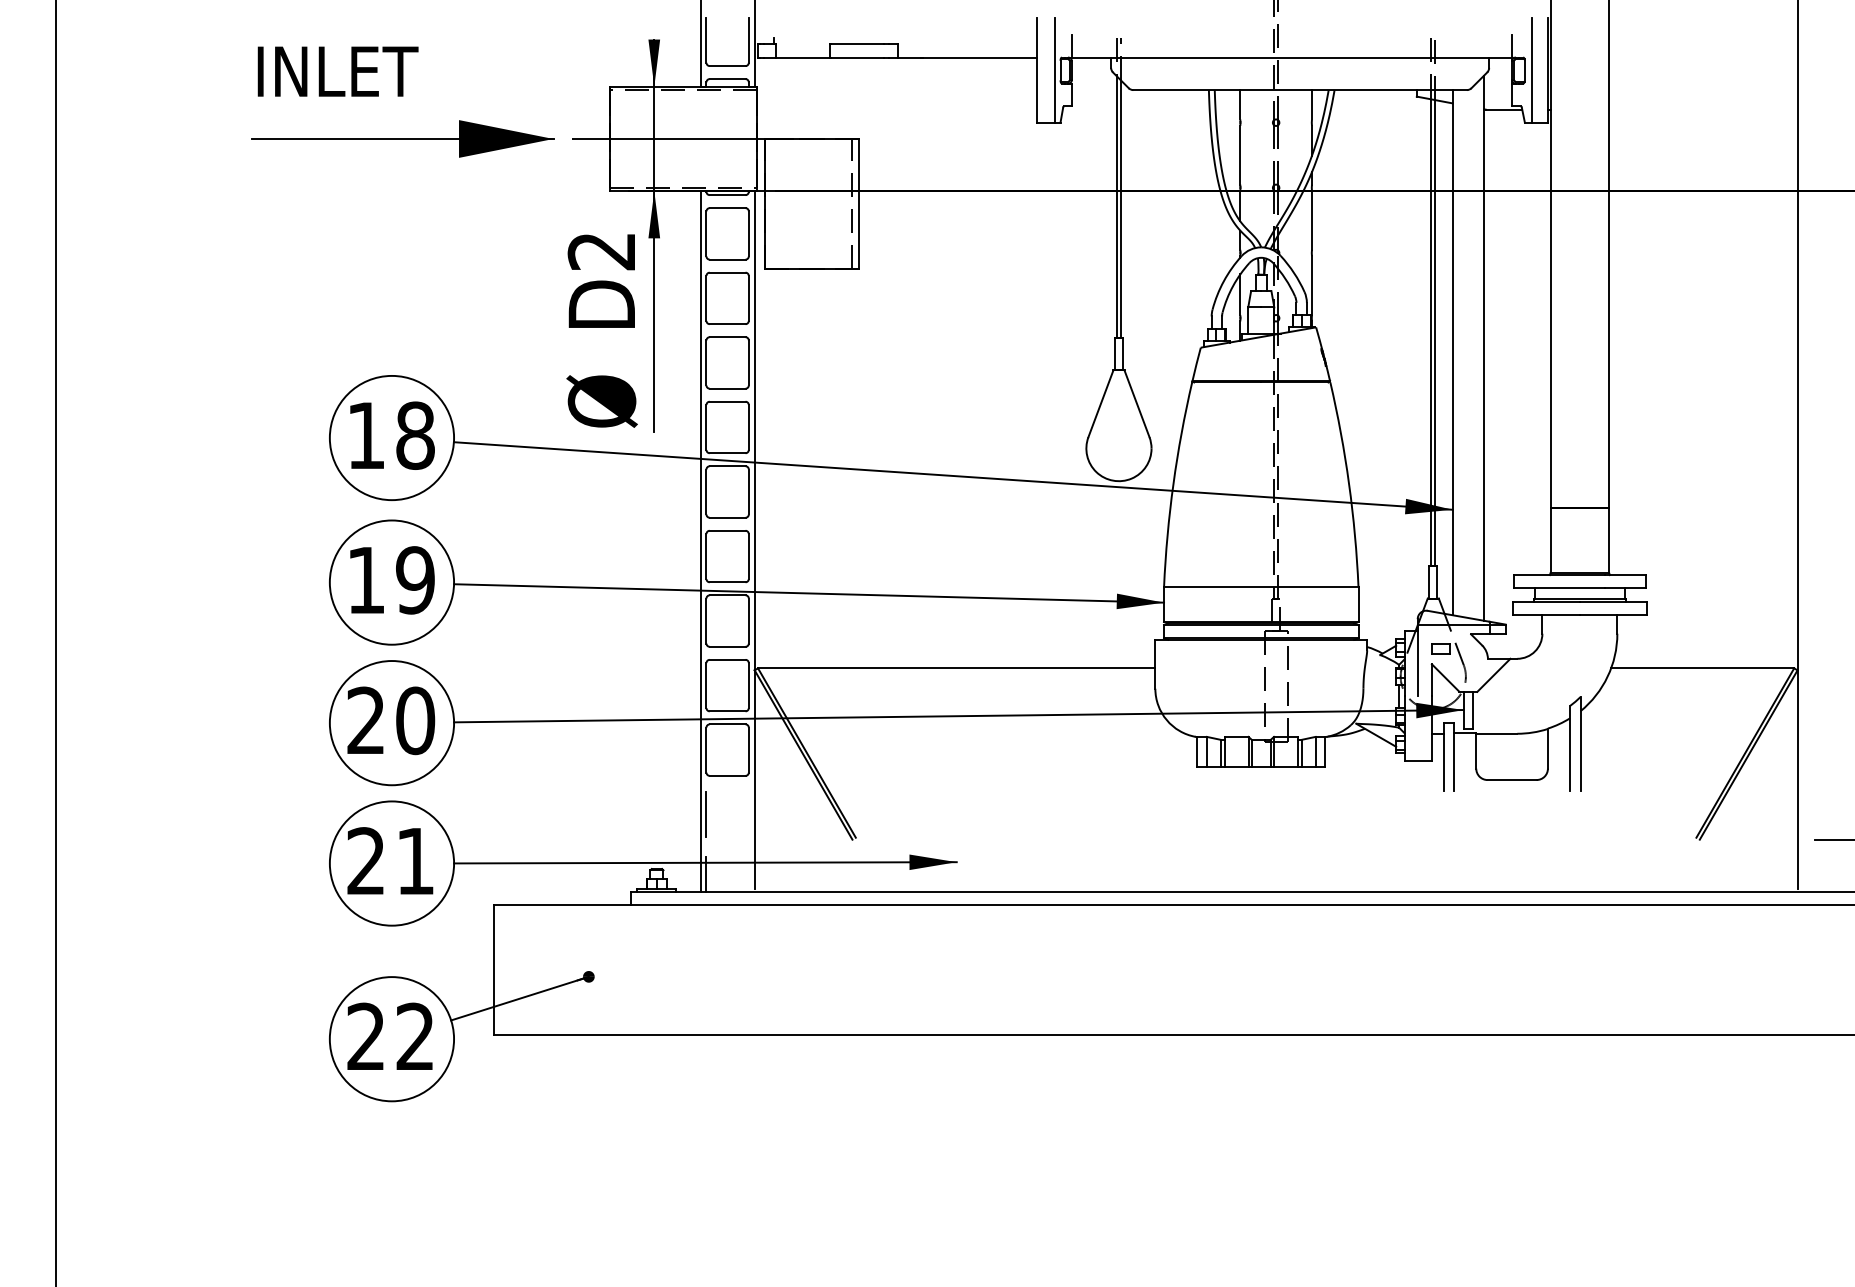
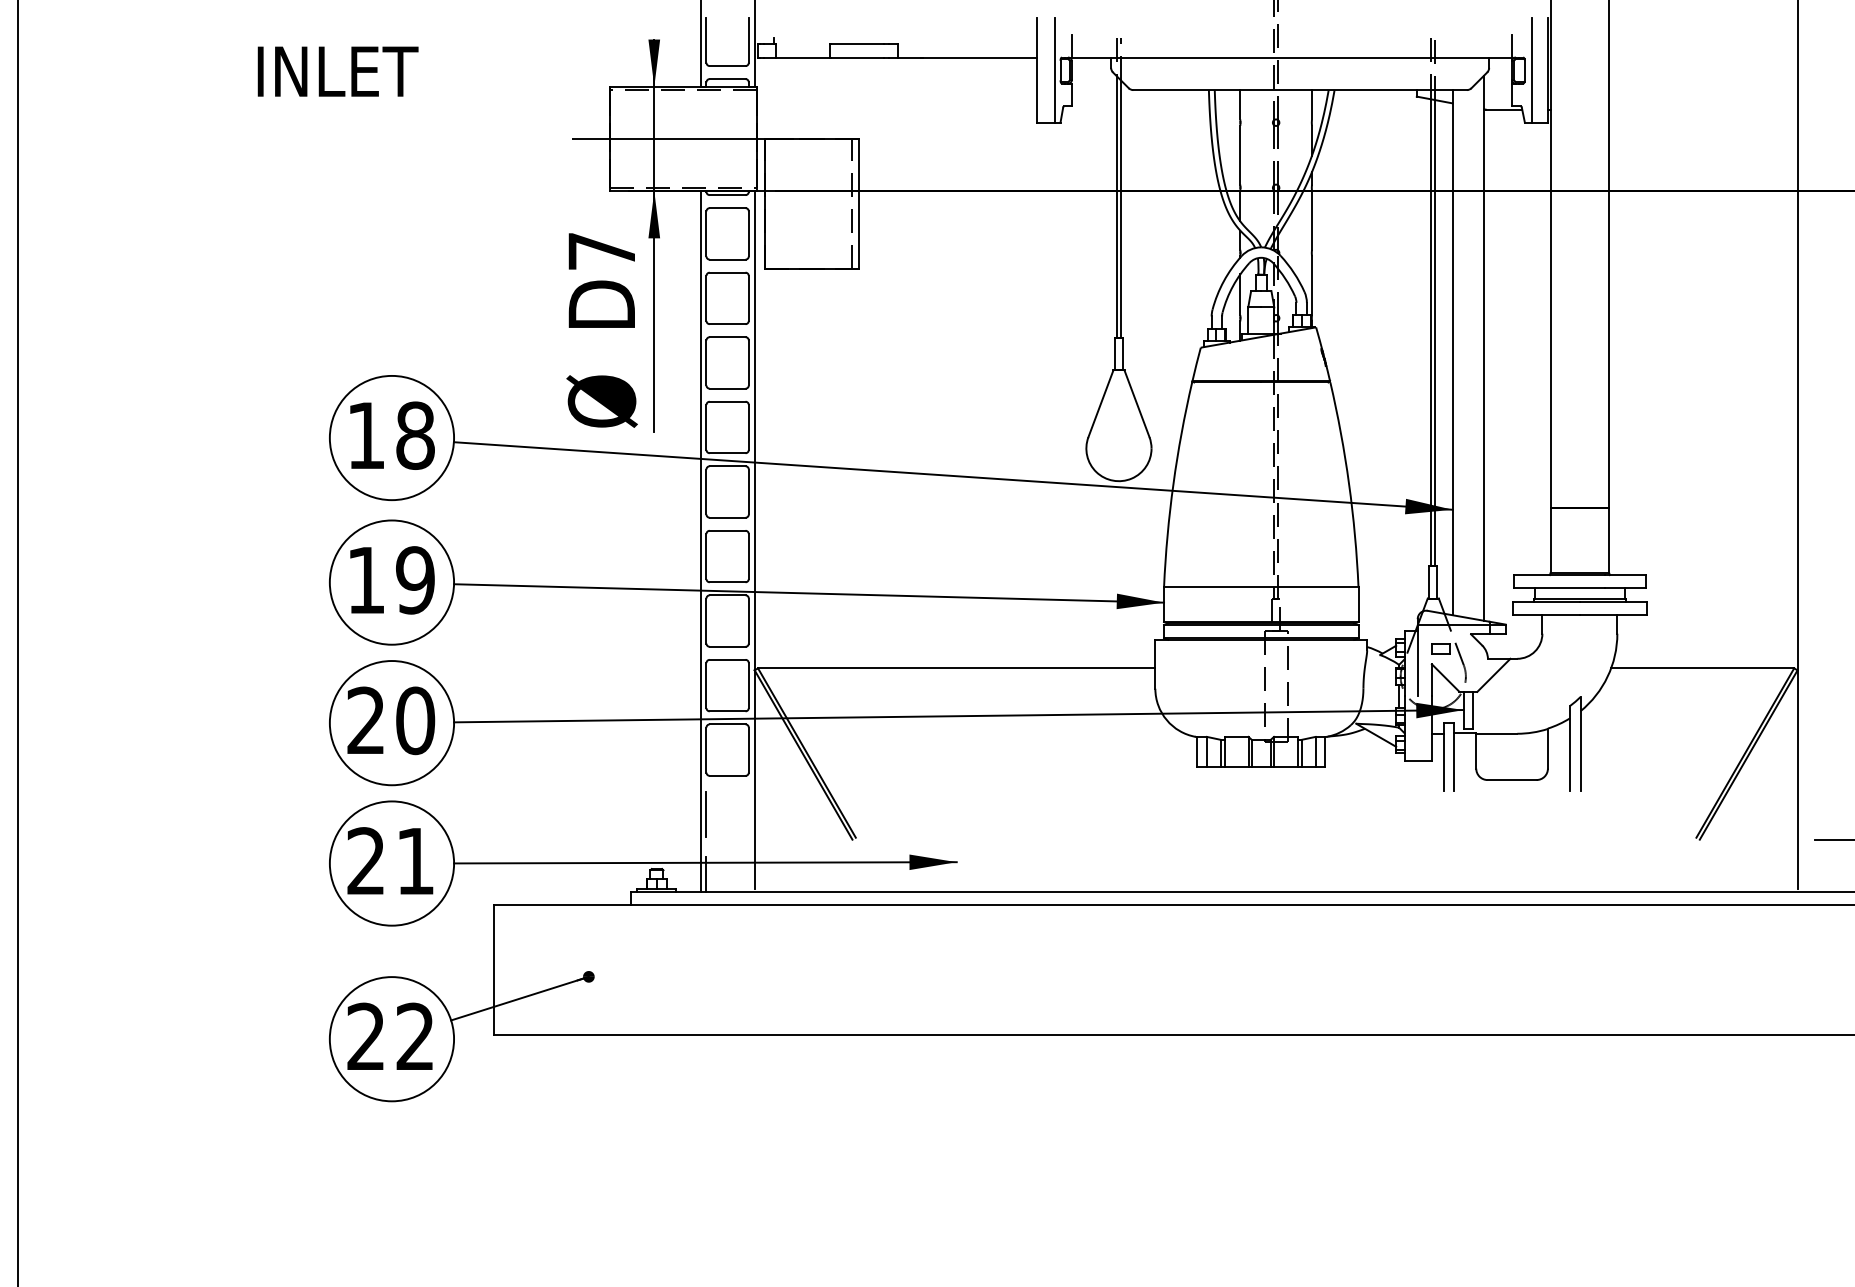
part at (402, 138): present -> none
text at (600, 251): D2 -> D7
line at (55, 642) position: (55, 642) -> (17, 642)
